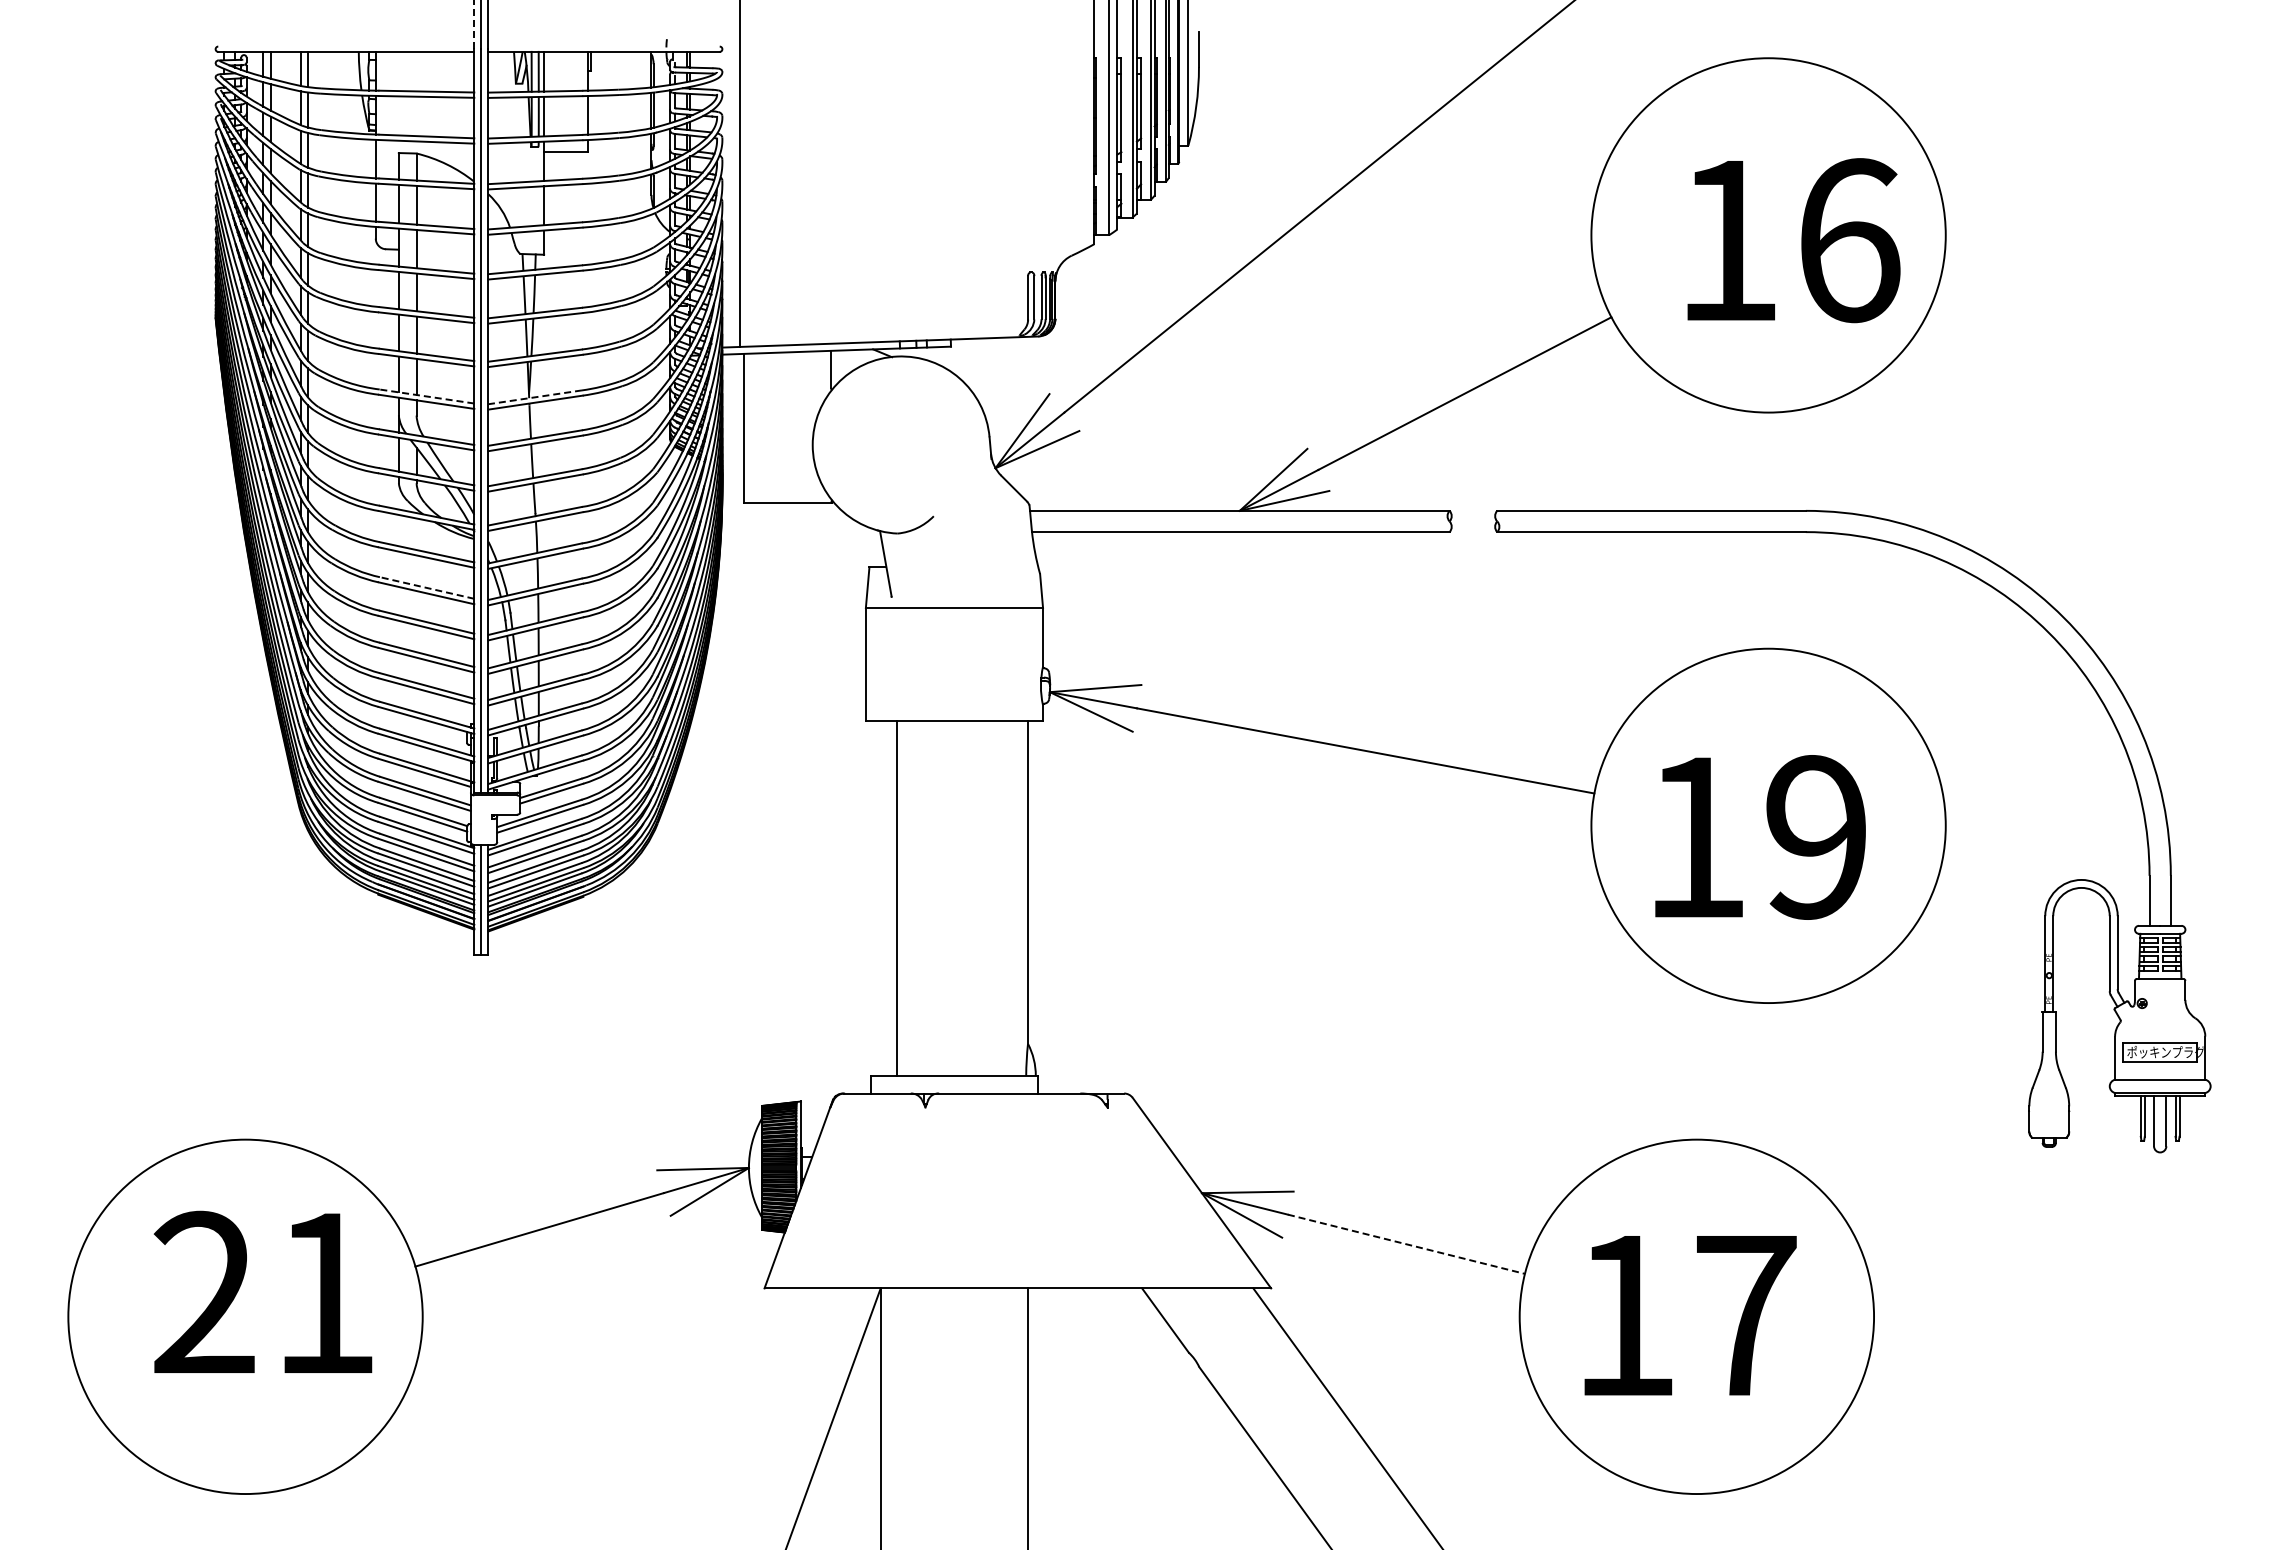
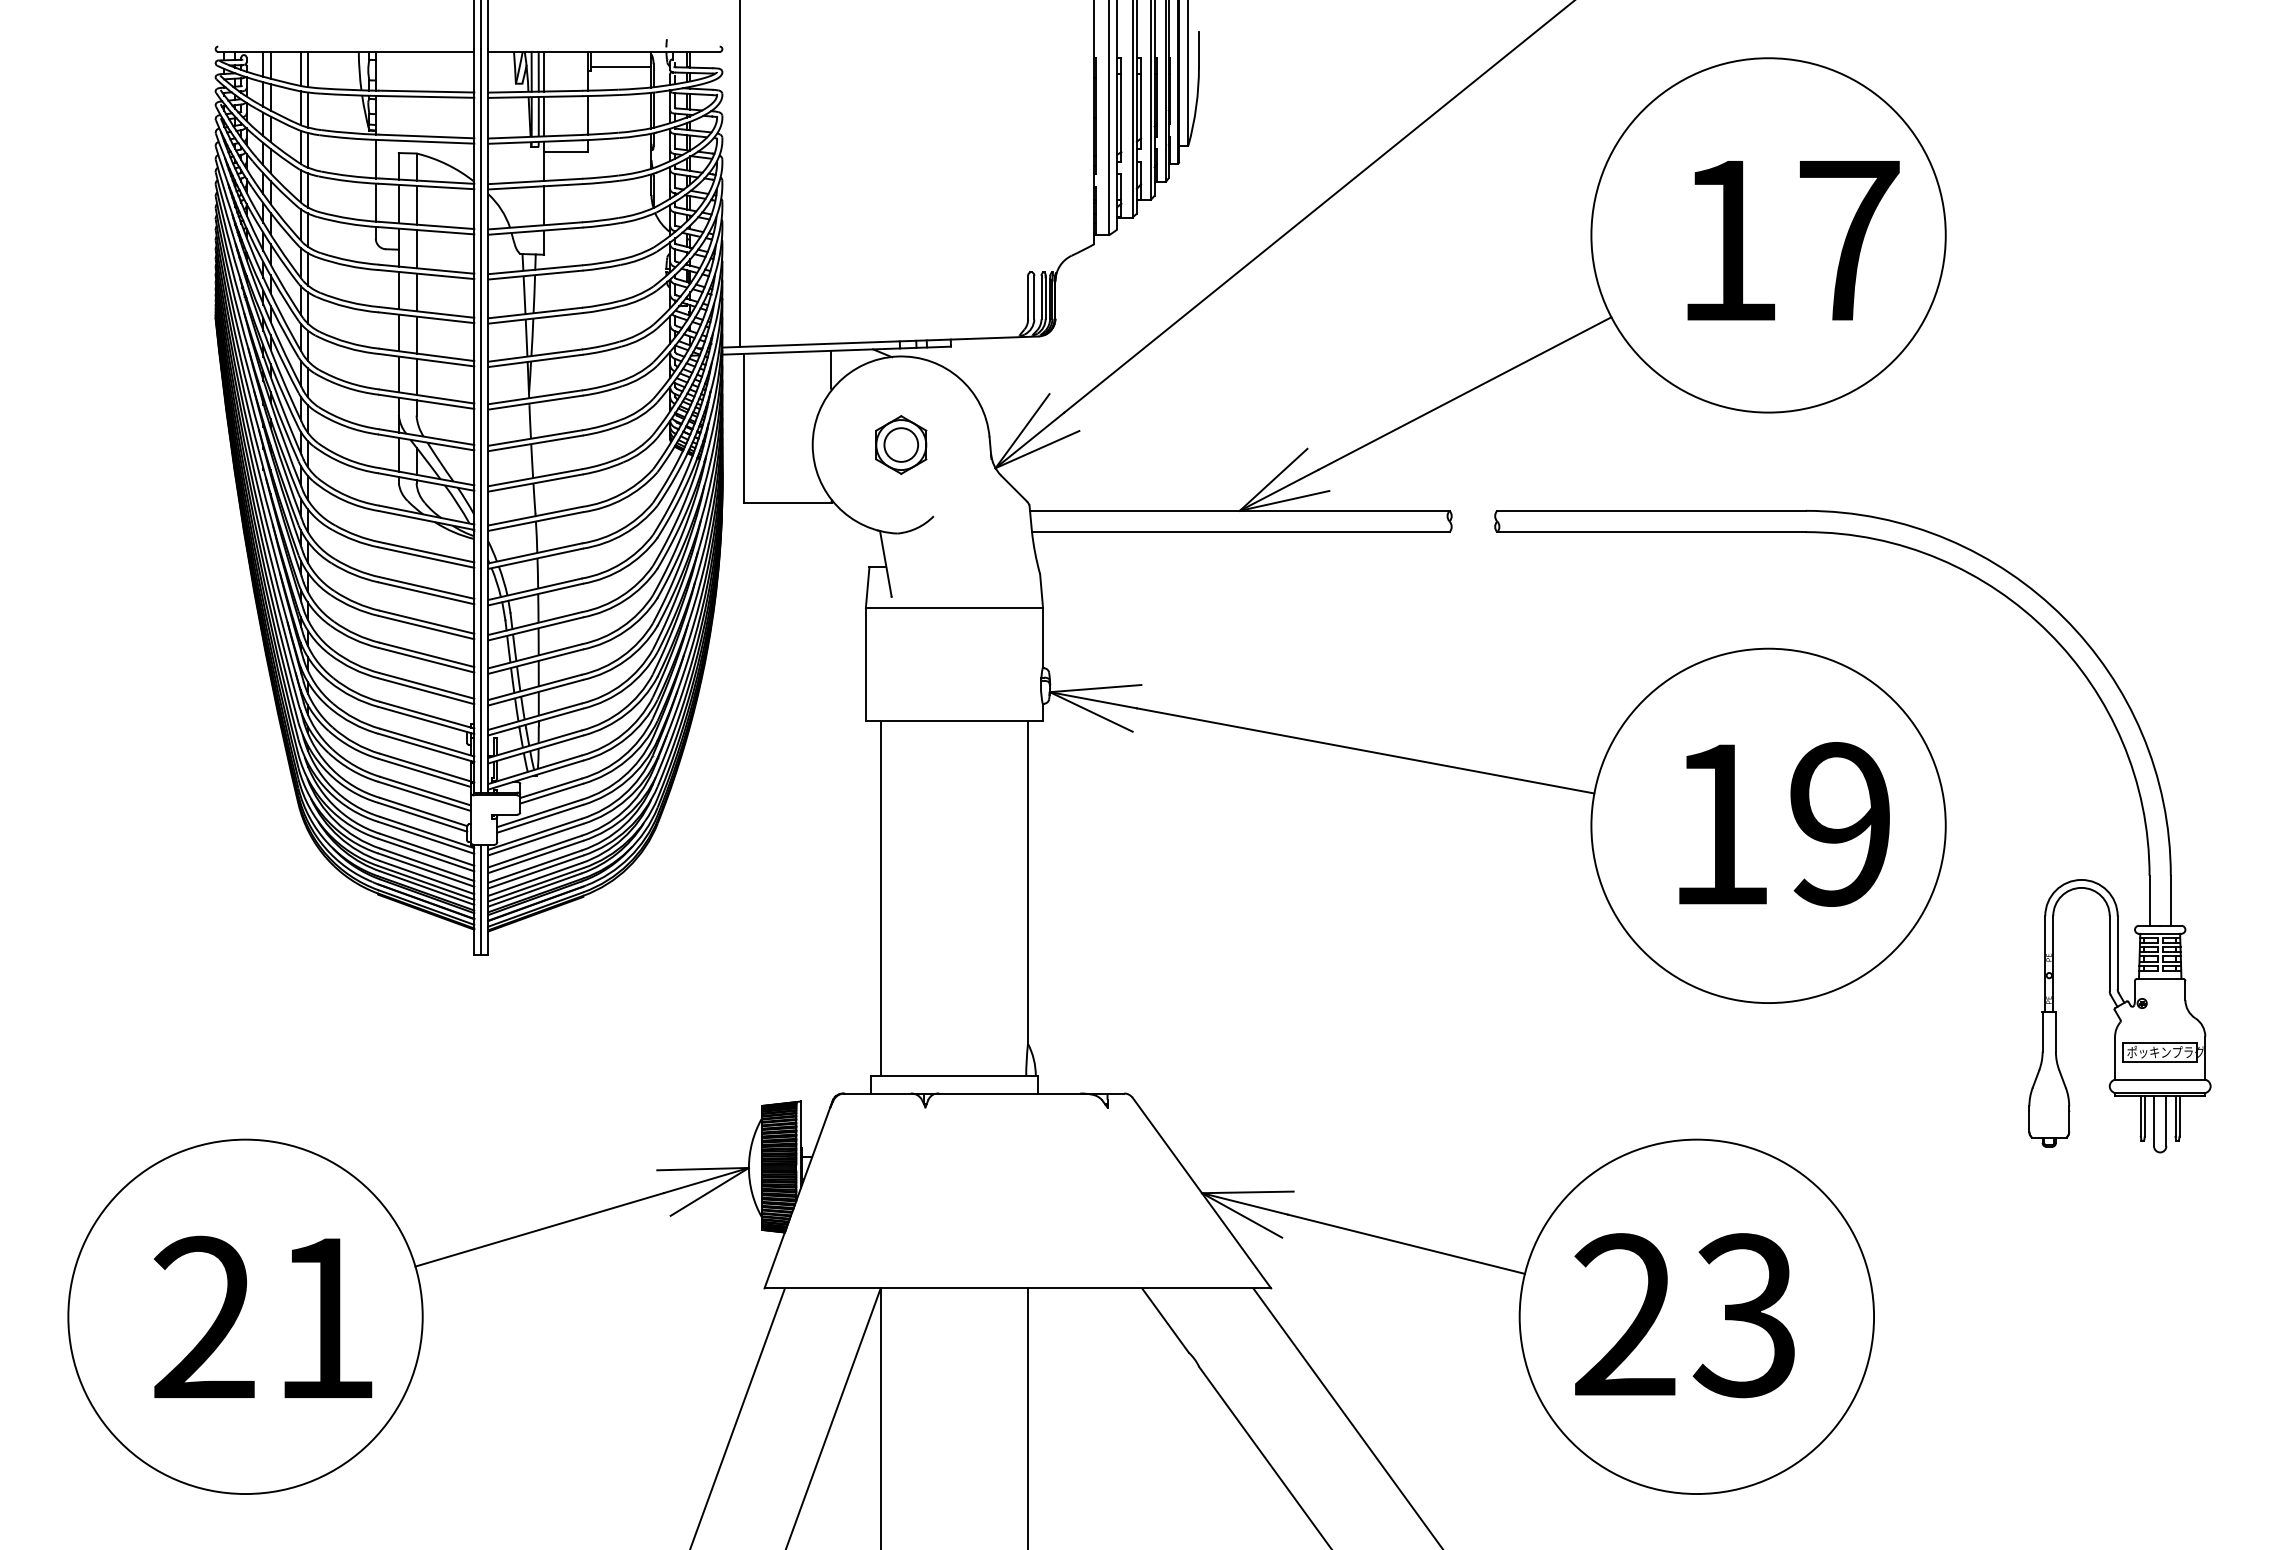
line at (474, 24): dashed -> solid
line at (621, 66): none -> present
text at (1849, 240): 16 -> 17
line at (427, 396): dashed -> solid
line at (534, 397): dashed -> solid
part at (901, 444): none -> present
line at (426, 587): dashed -> solid
text at (1760, 837) position: (1760, 837) -> (1784, 824)
line at (896, 898) position: (896, 898) -> (880, 898)
line at (1406, 1244): dashed -> solid
text at (262, 1291) position: (262, 1291) -> (262, 1316)
text at (1685, 1315): 17 -> 23
line at (737, 1417): none -> present
